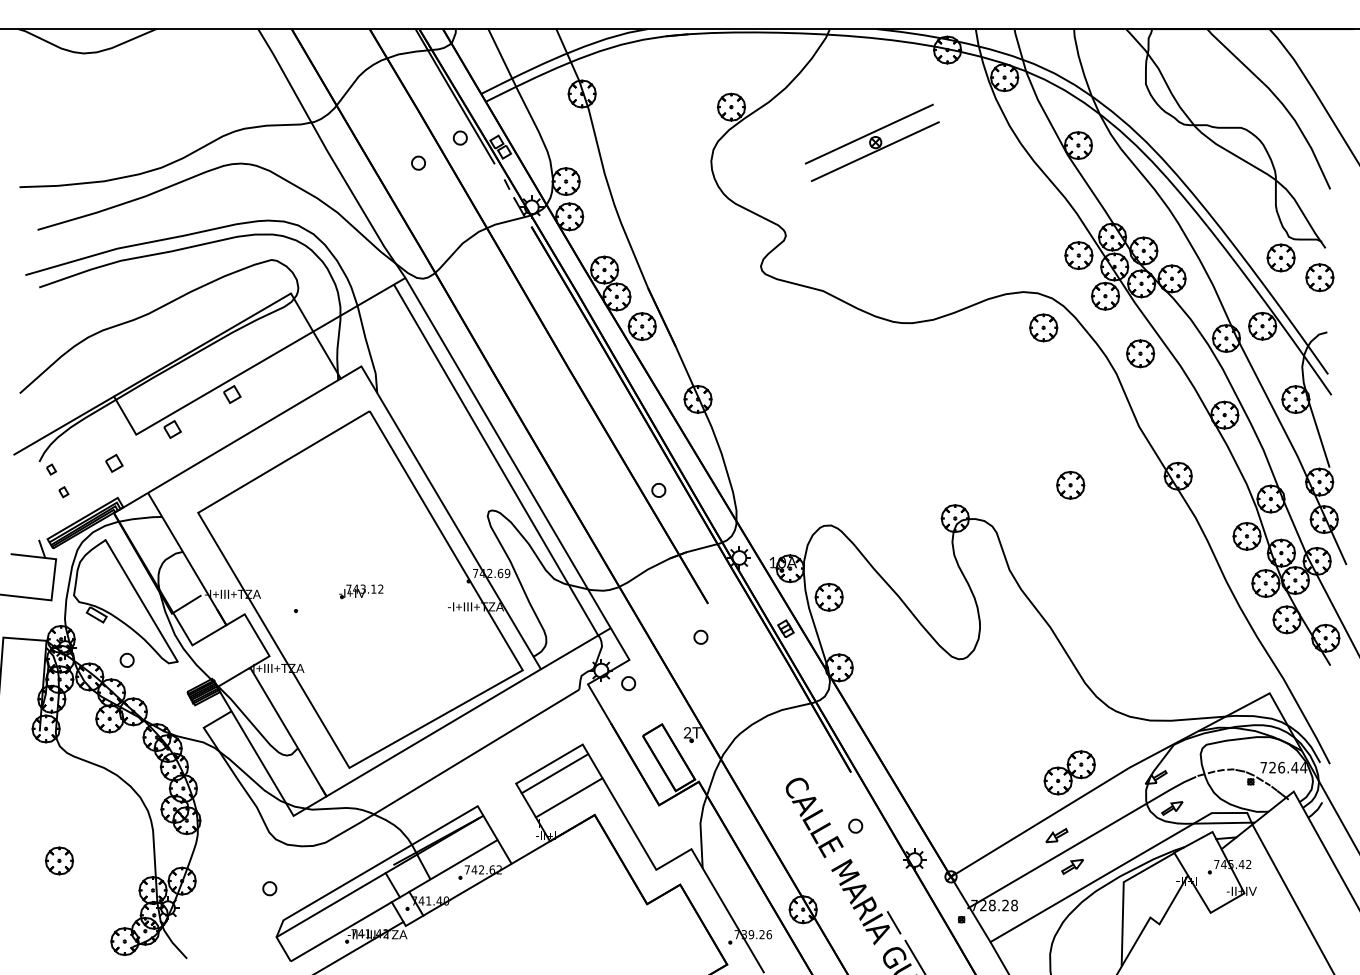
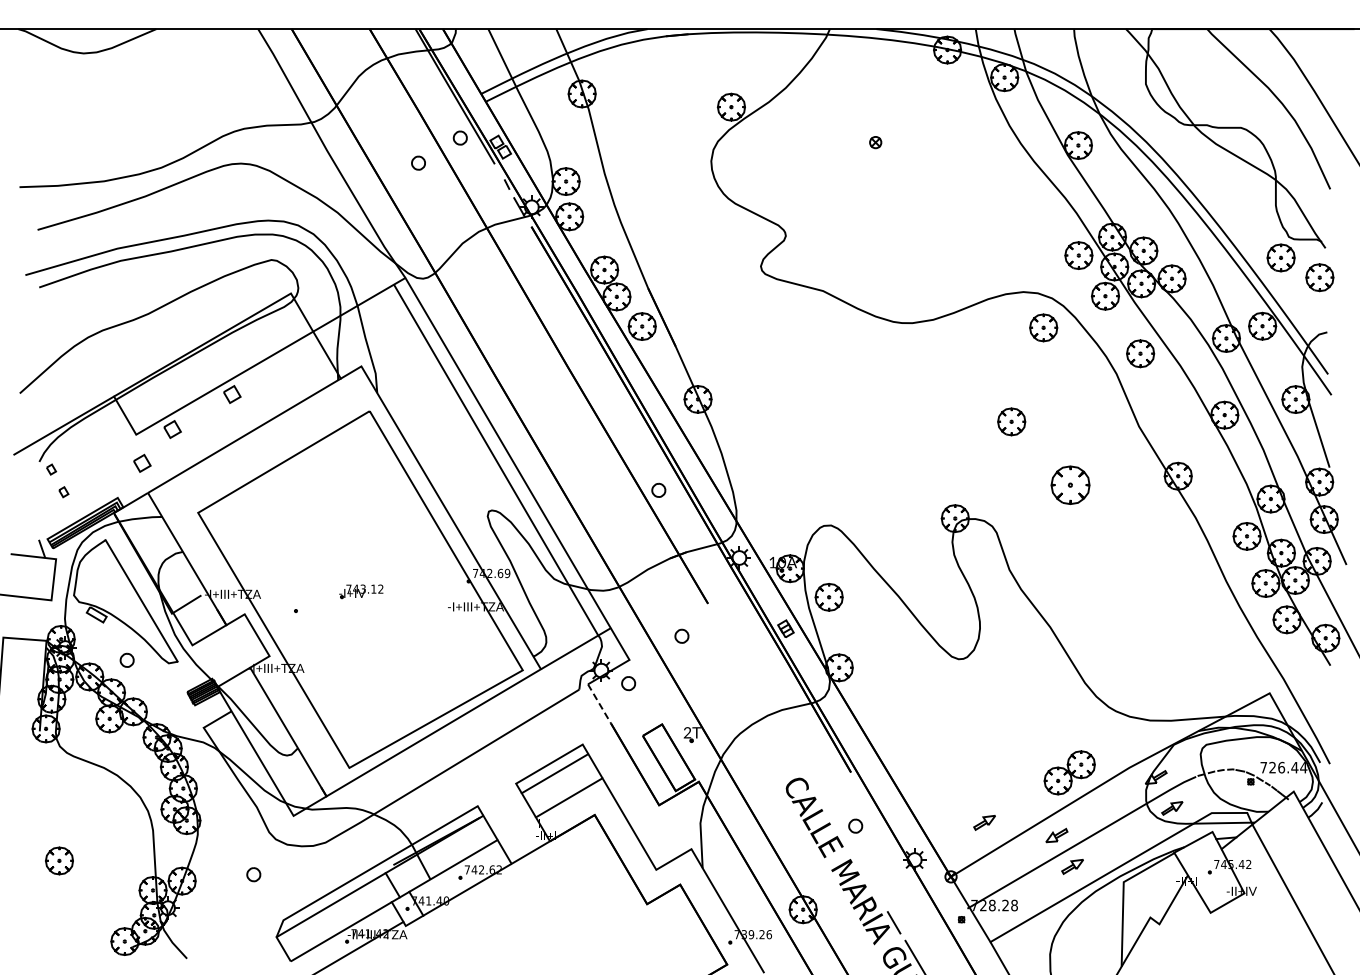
line at (868, 133): present -> none
line at (874, 151): present -> none
part at (1011, 421): none -> present
part at (114, 462) position: (114, 462) -> (142, 462)
part at (1070, 485) size: 30x29 px -> 41x40 px
part at (700, 636) position: (700, 636) -> (681, 635)
line at (599, 703): solid -> dashed
part at (984, 822): none -> present
part at (269, 888) position: (269, 888) -> (253, 874)
